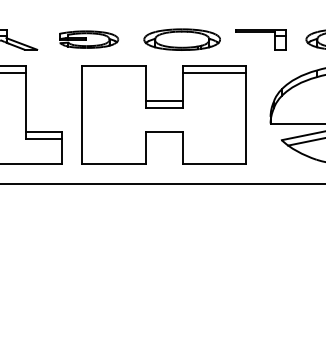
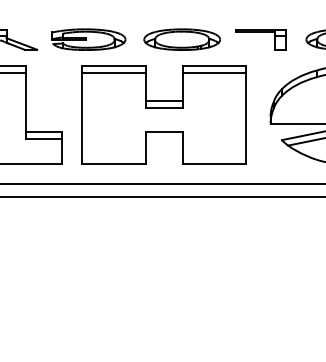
part at (89, 39) size: 61x19 px -> 76x23 px
line at (113, 73): none -> present
line at (162, 197): none -> present
